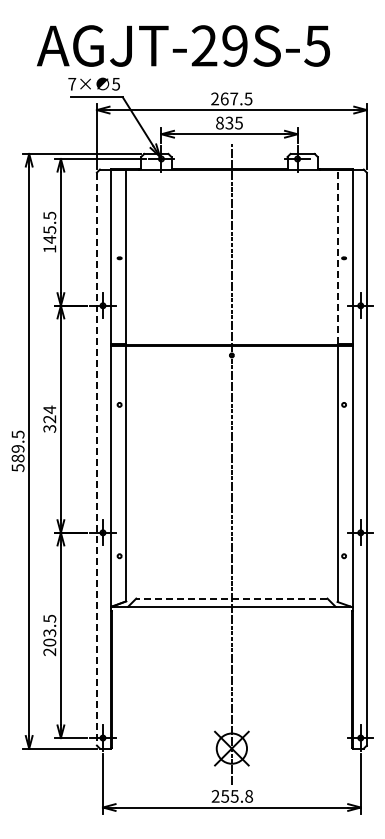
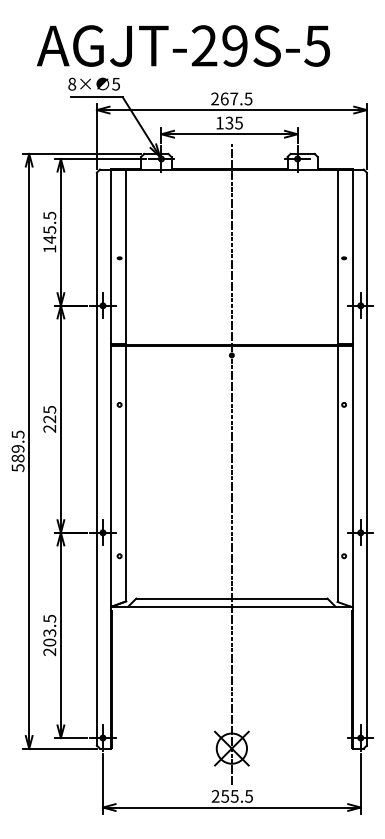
text at (72, 83): 7× -> 8×
text at (219, 122): 835 -> 135
line at (337, 257): dashed -> solid
text at (49, 418): 324 -> 225
line at (96, 459): dashed -> solid
line at (231, 598): dashed -> solid
text at (249, 796): 255.8 -> 255.5
